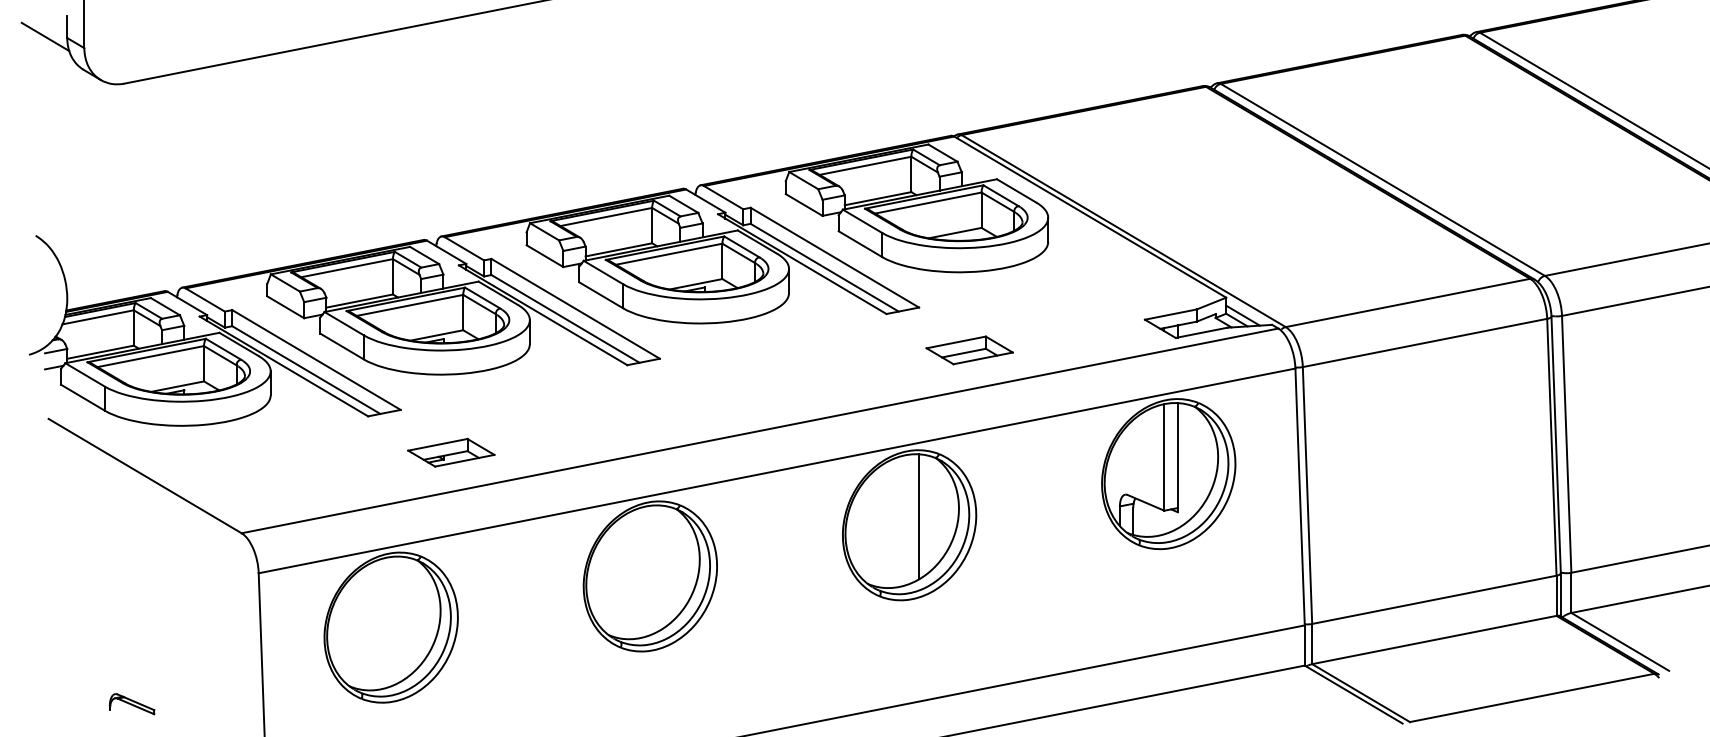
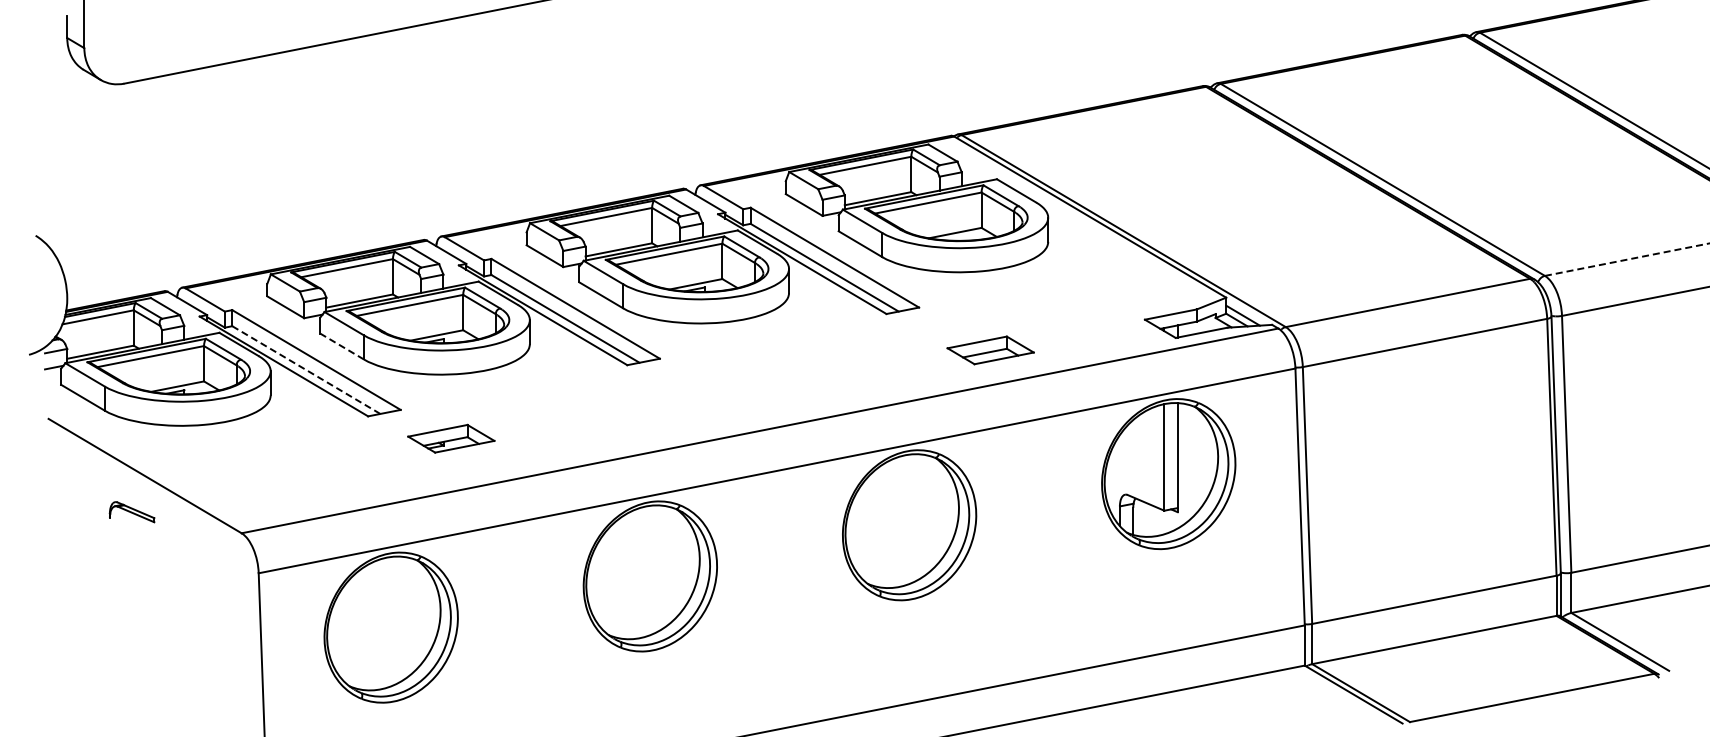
line at (45, 36): present -> none
line at (1627, 259): solid -> dashed
line at (341, 346): solid -> dashed
part at (969, 350) position: (969, 350) -> (990, 350)
line at (306, 370): solid -> dashed
part at (451, 452) position: (451, 452) -> (451, 438)
line at (919, 516): present -> none
part at (131, 704) position: (131, 704) -> (131, 512)
